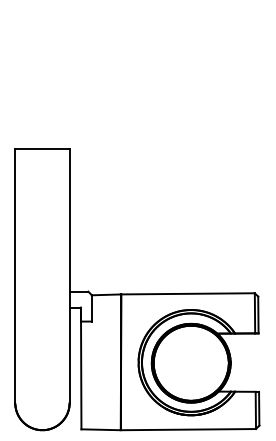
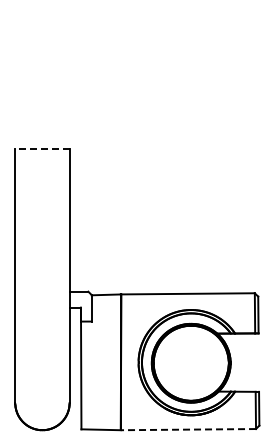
line at (41, 148): solid -> dashed
line at (188, 429): solid -> dashed
